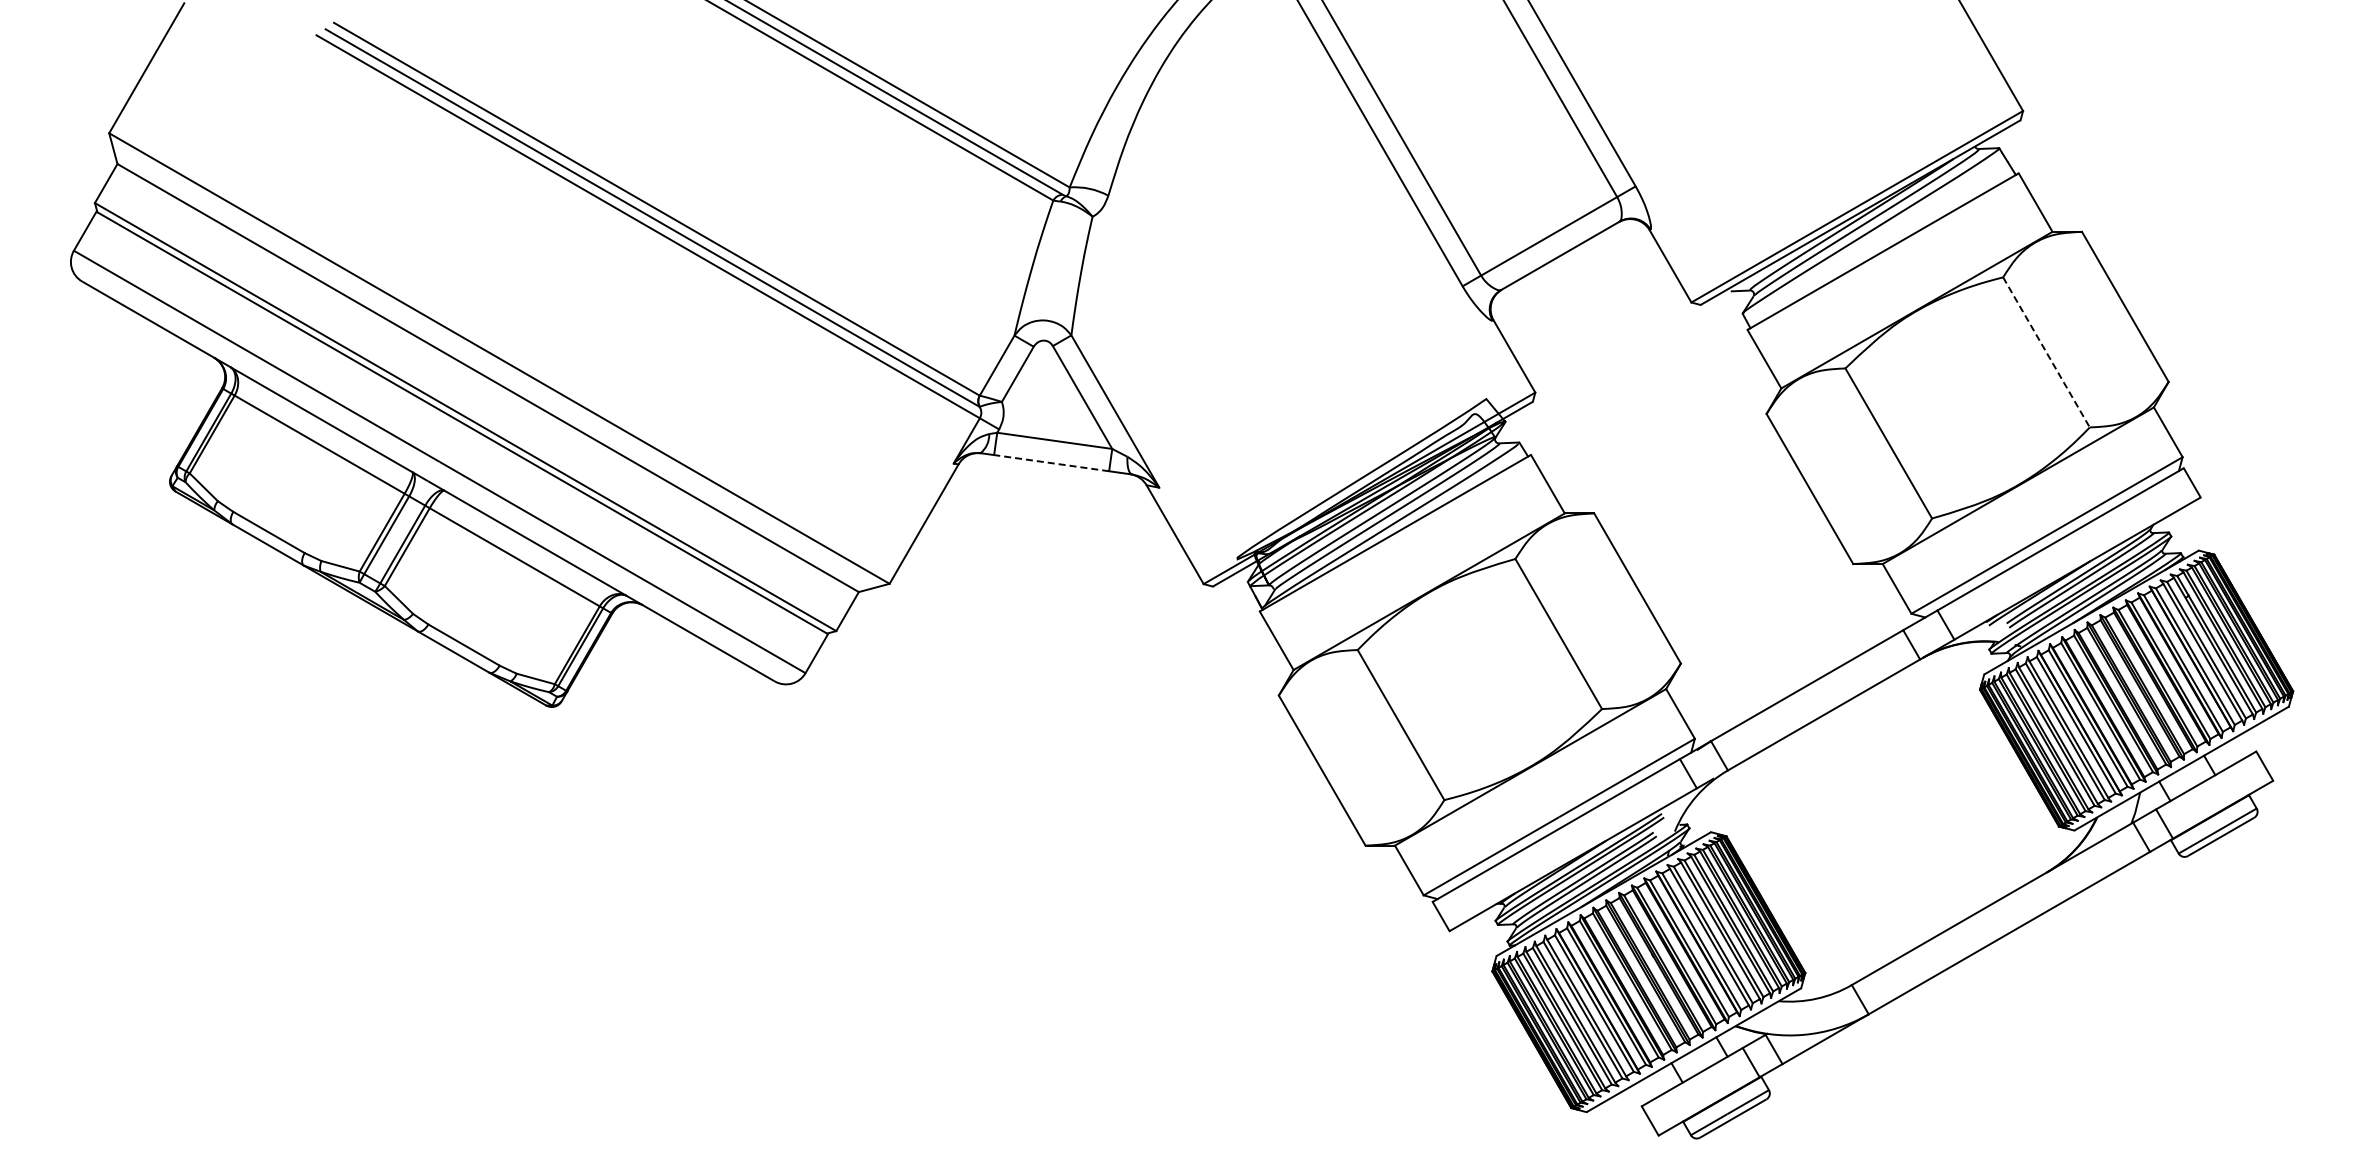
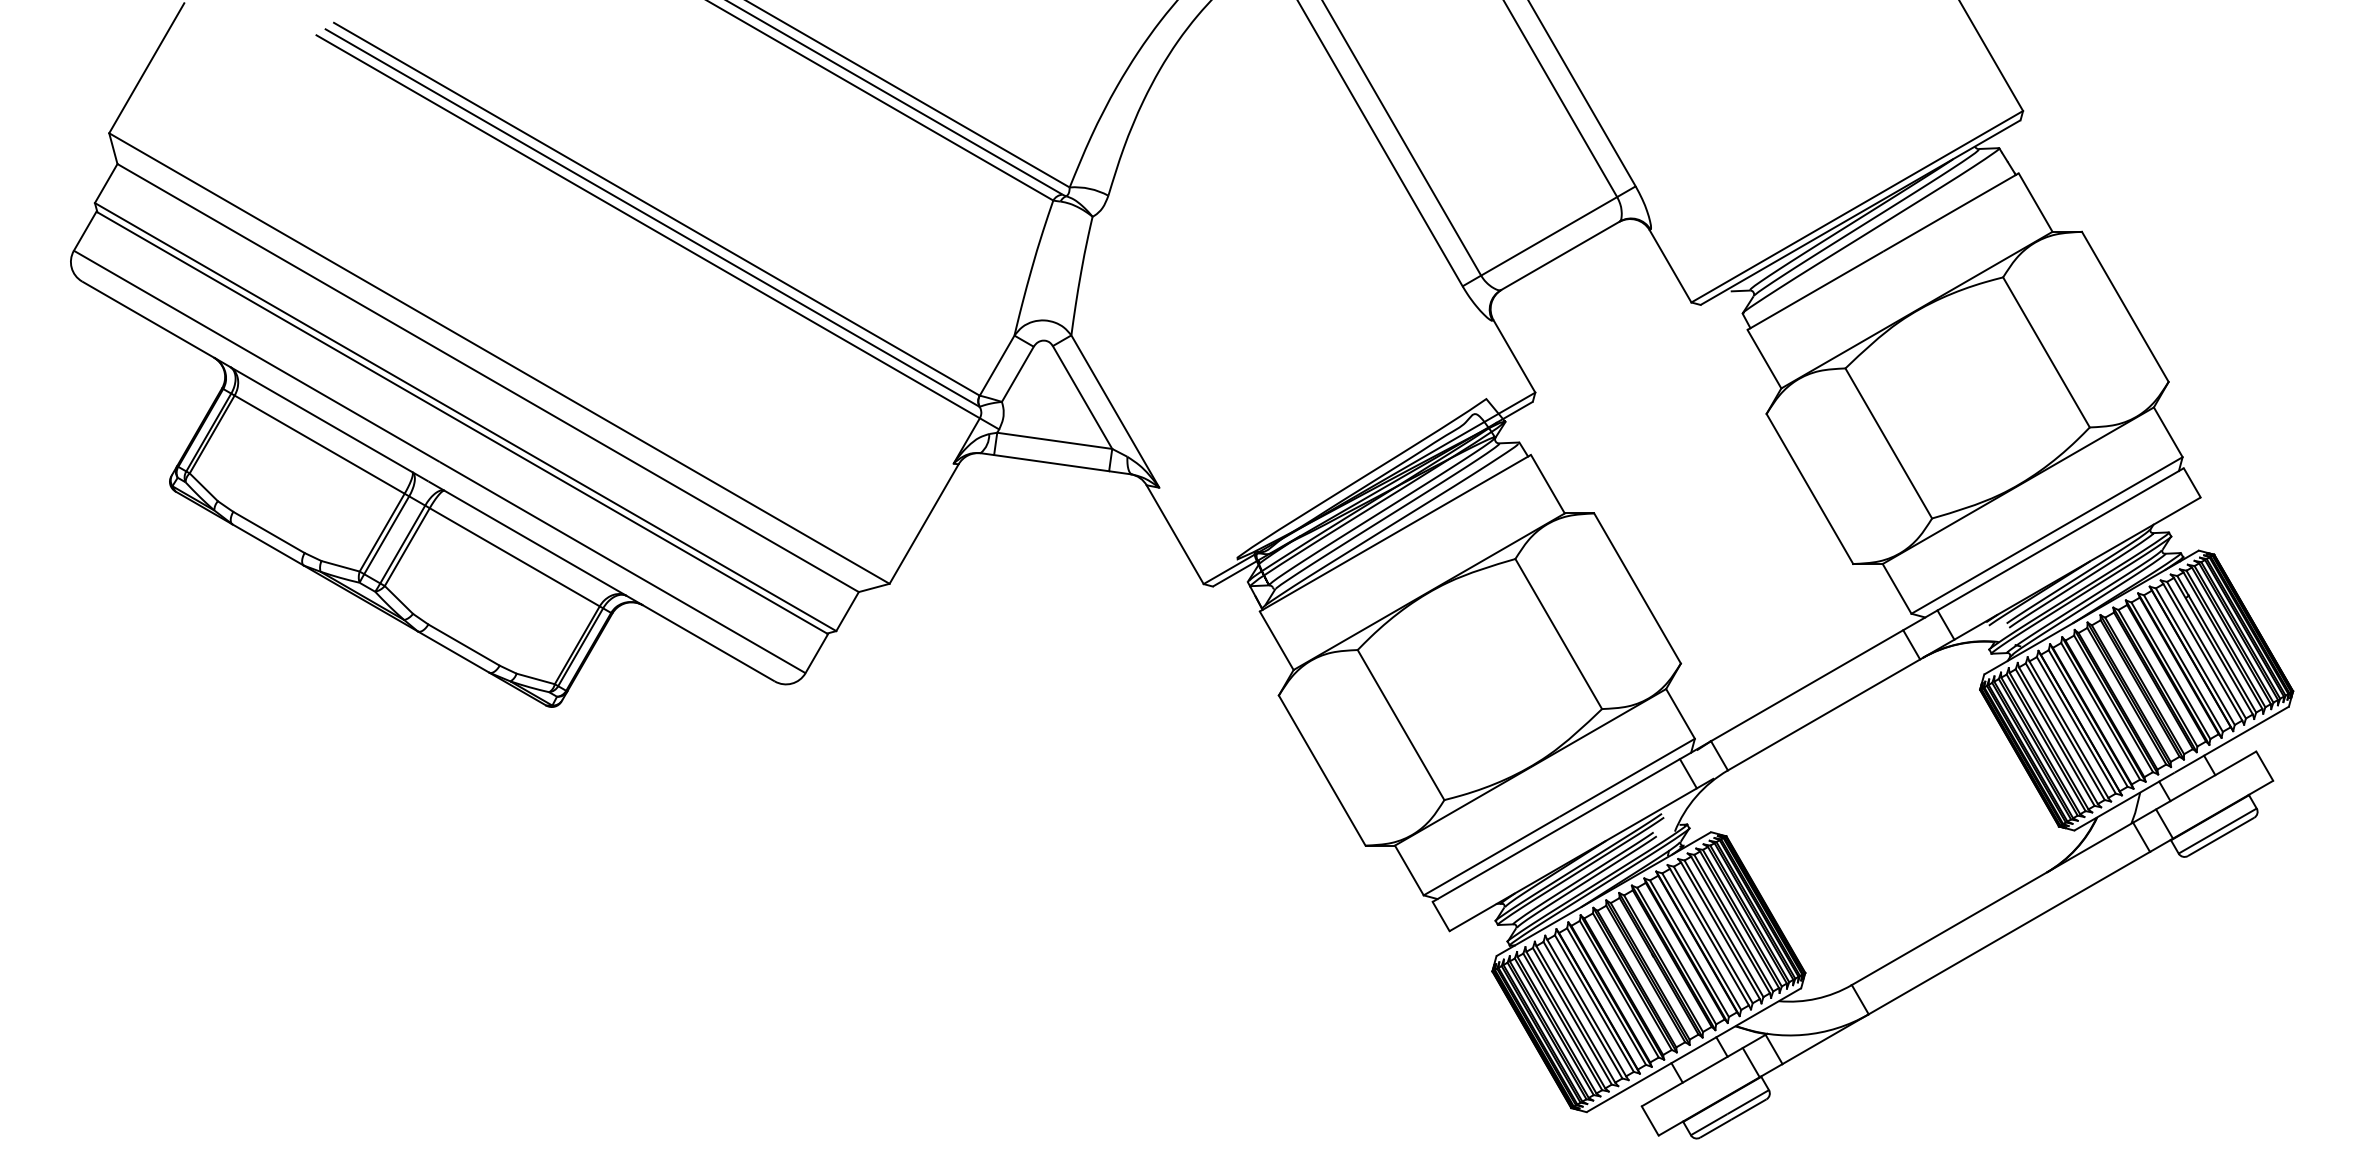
line at (2046, 352): dashed -> solid
line at (1051, 463): dashed -> solid
